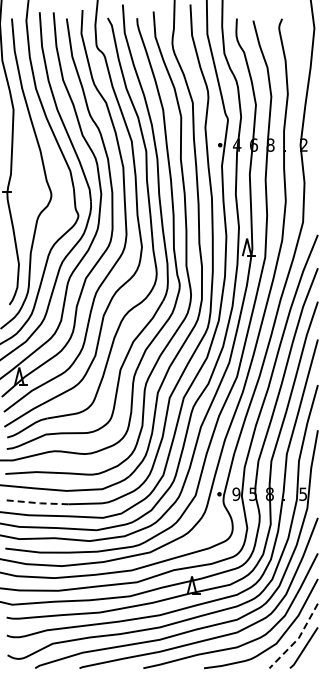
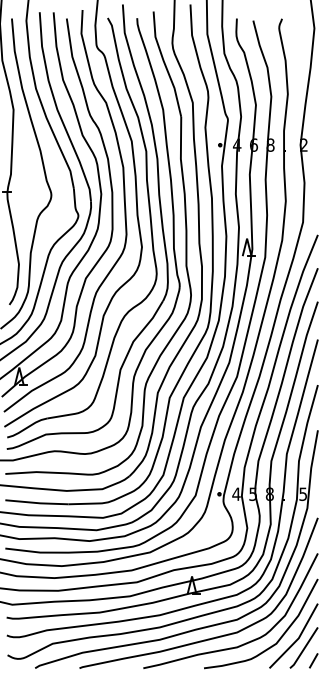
text at (236, 493): 9 -> 4
line at (37, 503): dashed -> solid
line at (298, 639): dashed -> solid
line at (313, 660): none -> present
